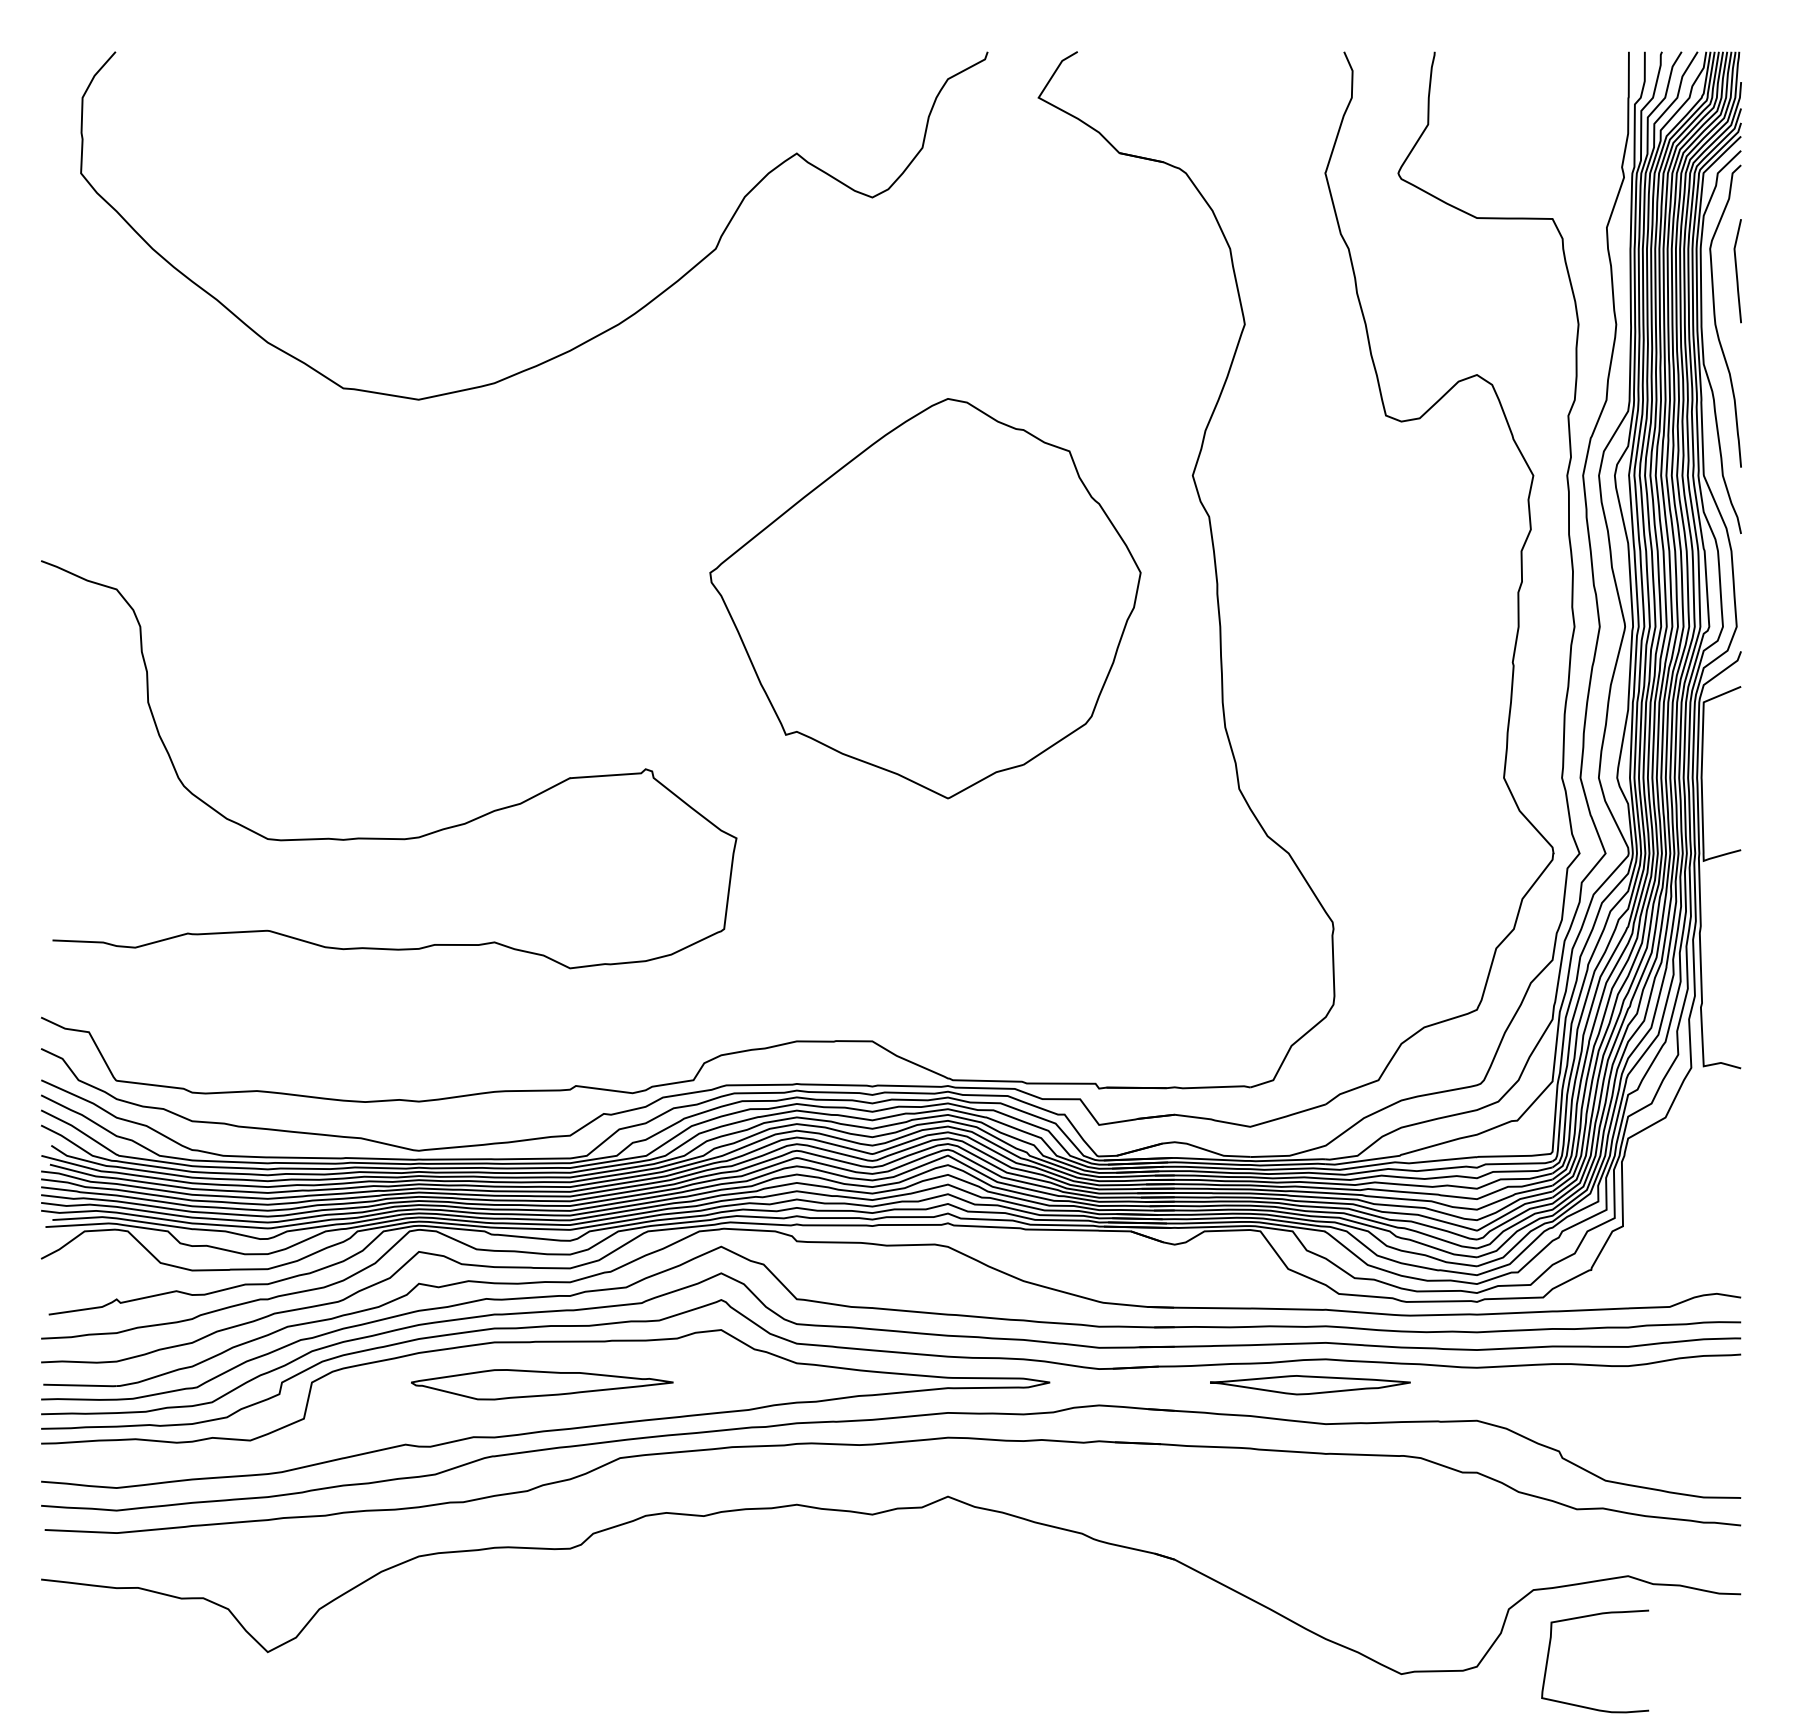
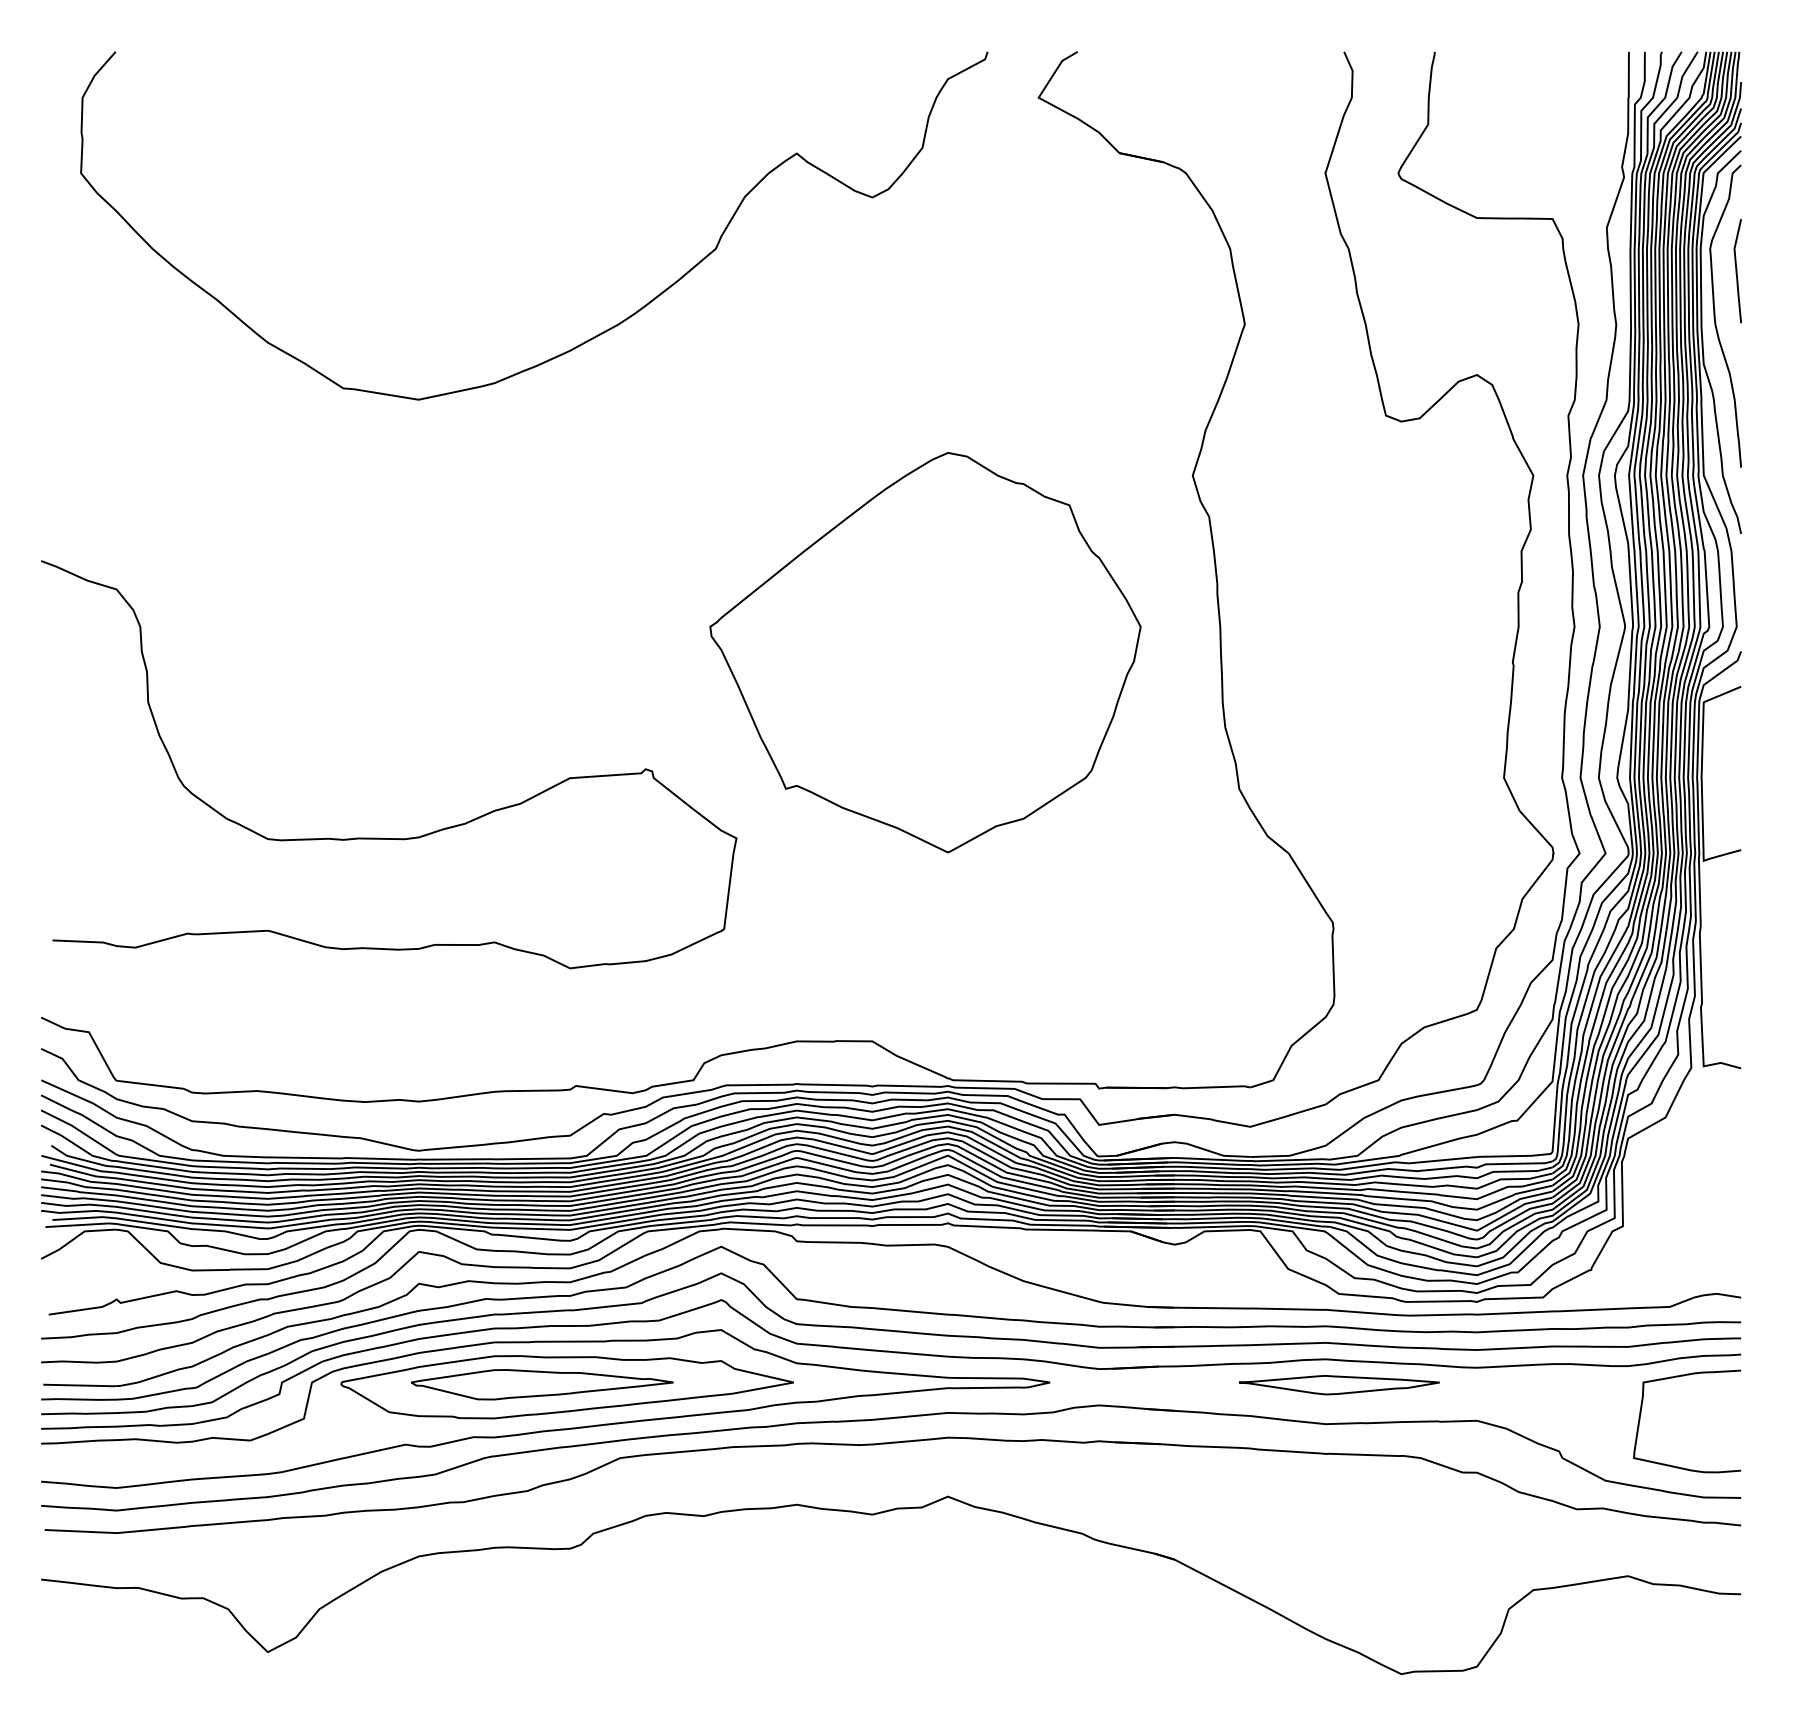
part at (925, 598) position: (925, 598) -> (925, 652)
part at (1310, 1385) position: (1310, 1385) -> (1339, 1385)
part at (566, 1387): none -> present
curve at (1586, 1617) position: (1586, 1617) -> (1678, 1377)
